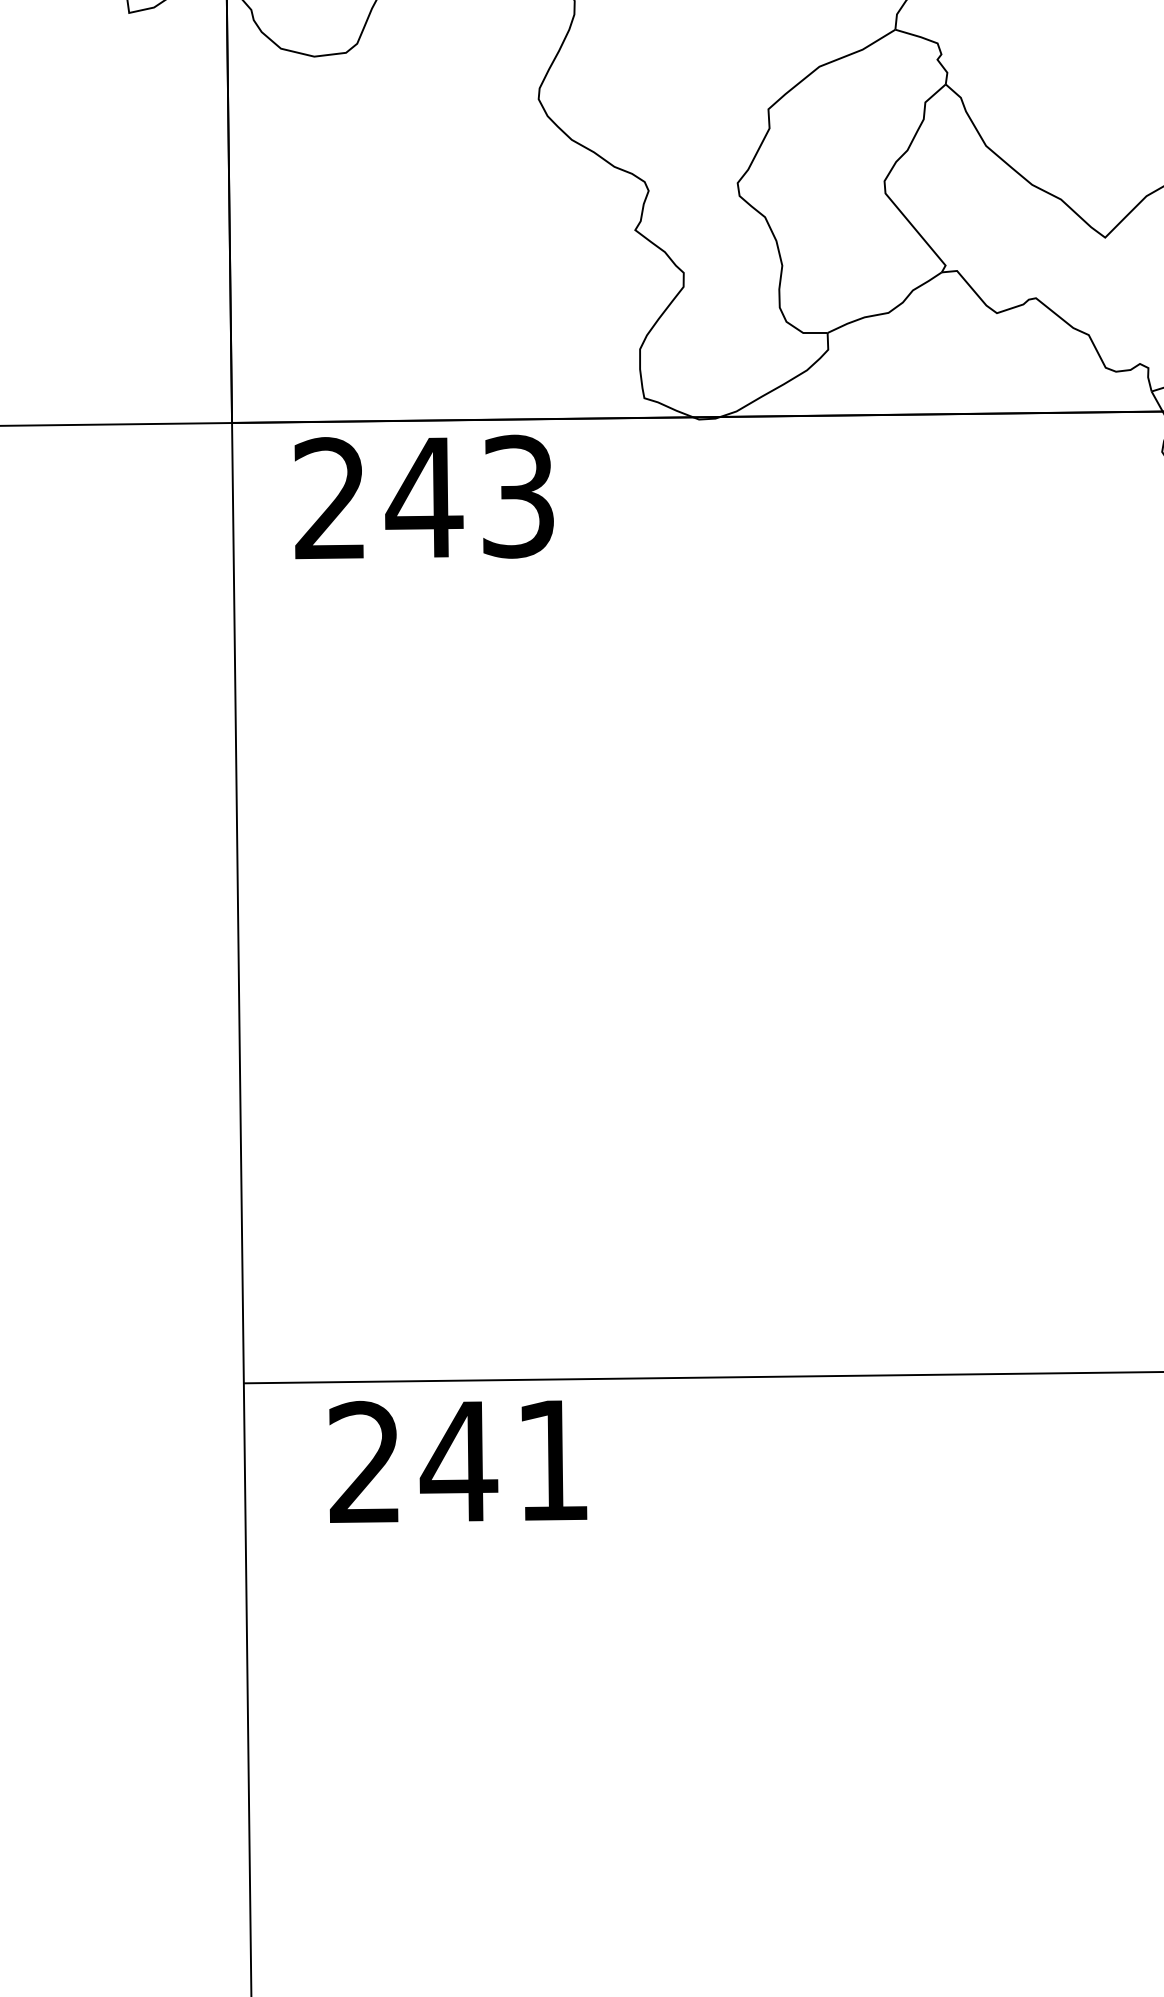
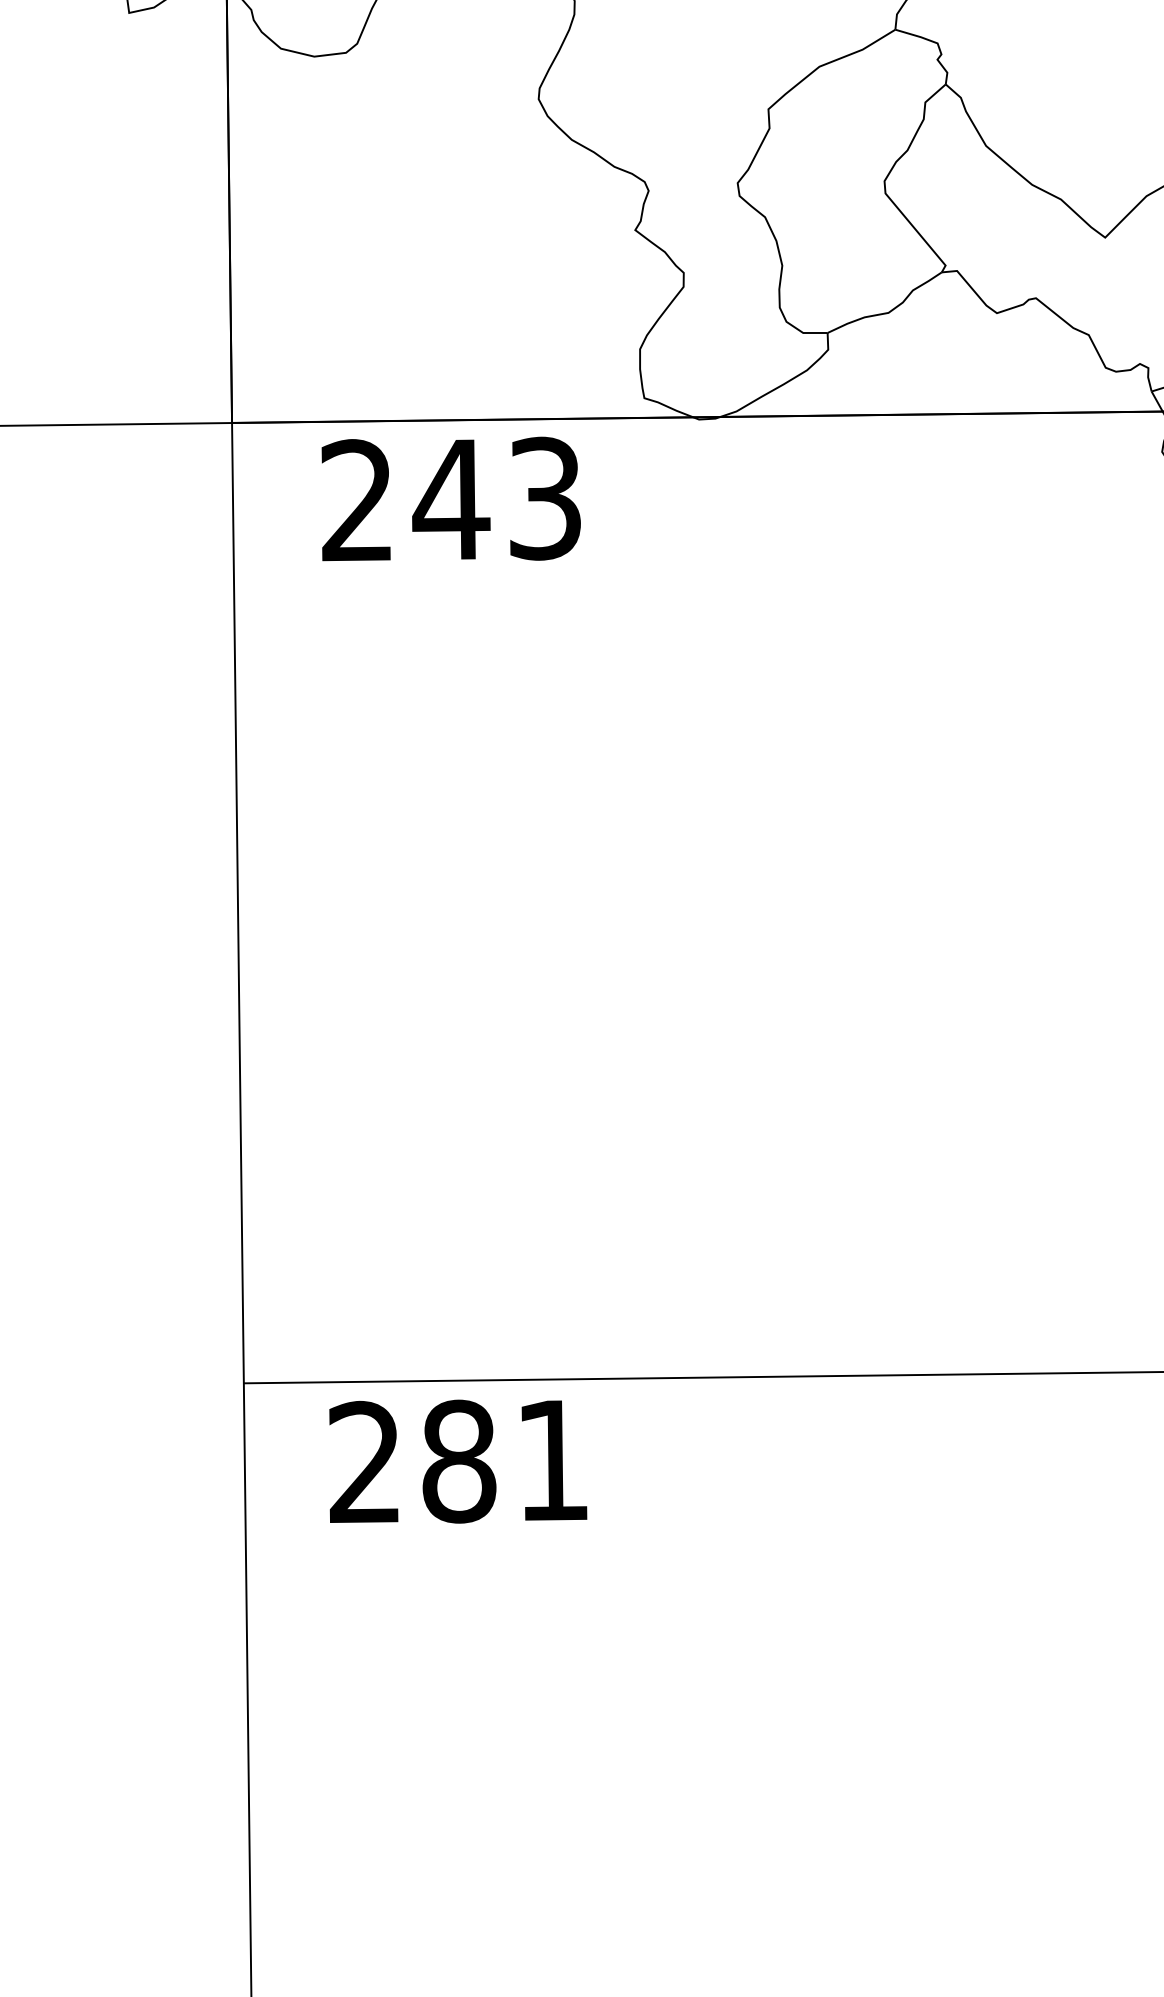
text at (423, 496) position: (423, 496) -> (450, 498)
text at (458, 1461): 241 -> 281
